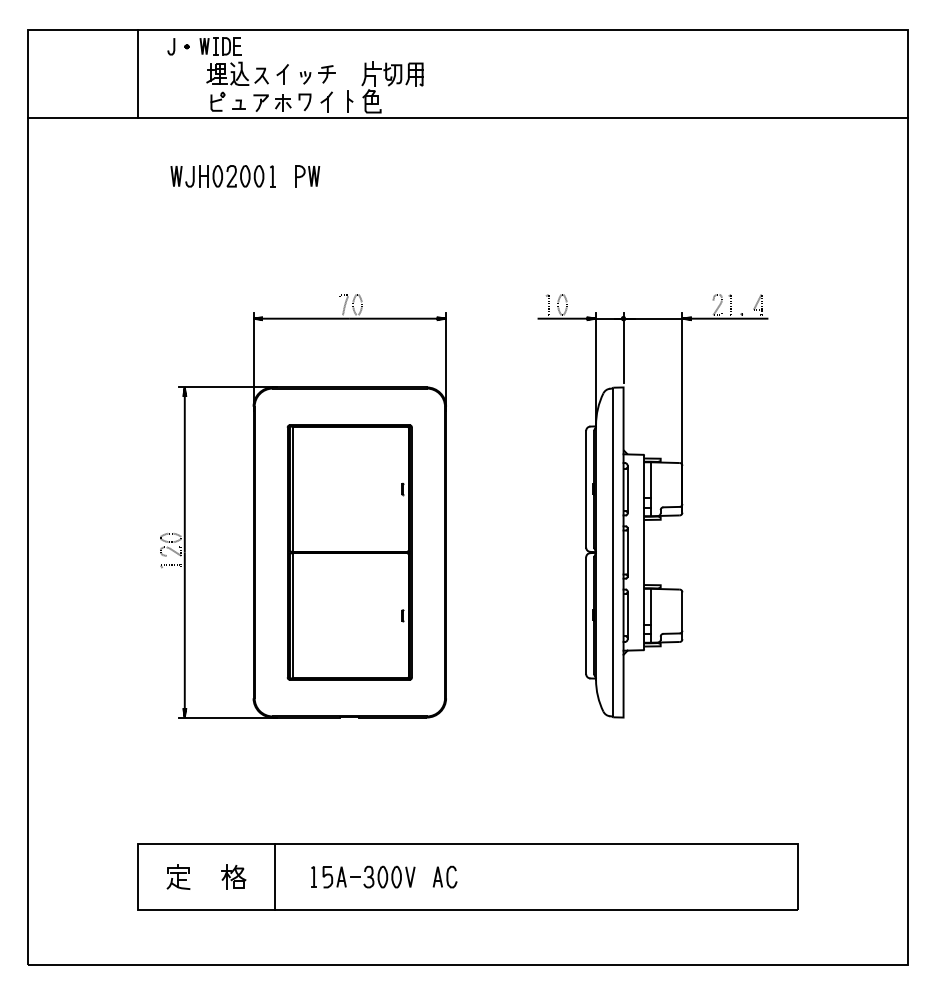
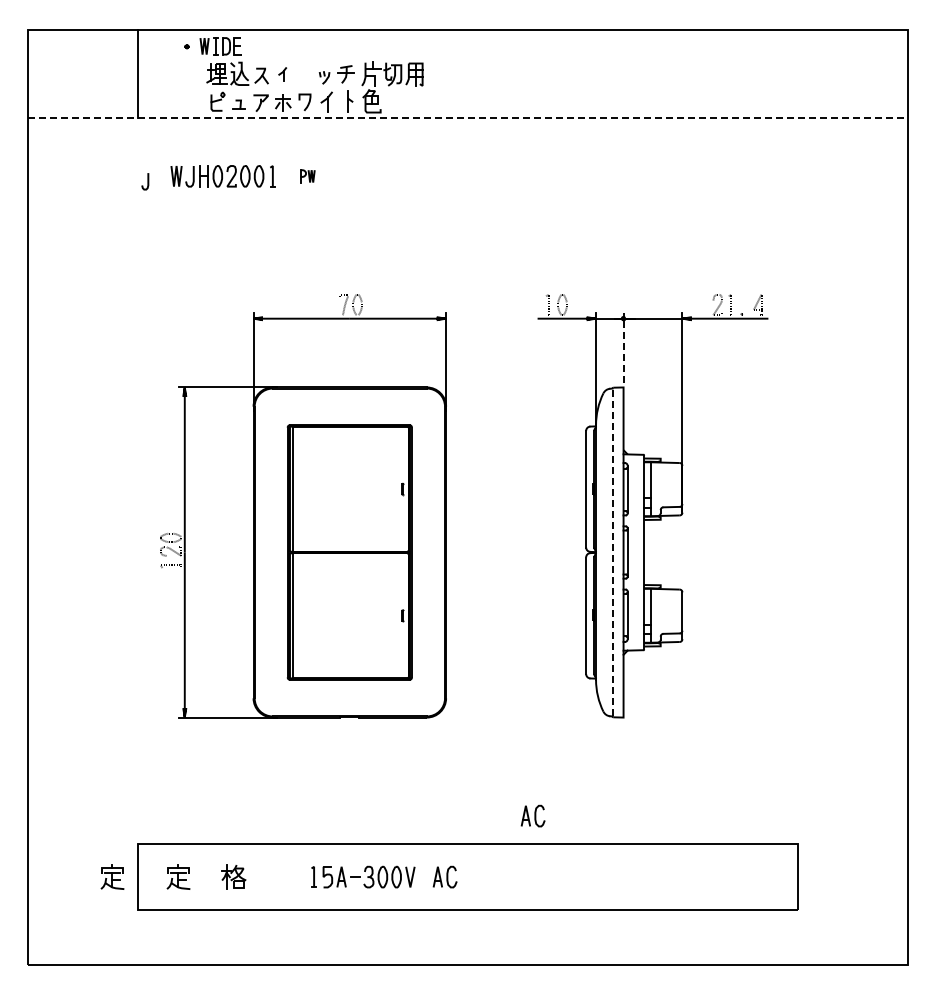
curve at (173, 46) position: (173, 46) -> (147, 181)
part at (282, 74) size: 13x21 px -> 10x15 px
part at (317, 74) position: (317, 74) -> (336, 74)
line at (468, 117): solid -> dashed
part at (307, 176) size: 26x23 px -> 16x15 px
line at (623, 347): solid -> dashed
line at (612, 552): solid -> dashed
part at (532, 815): none -> present
part at (112, 876): none -> present
line at (275, 877): present -> none
